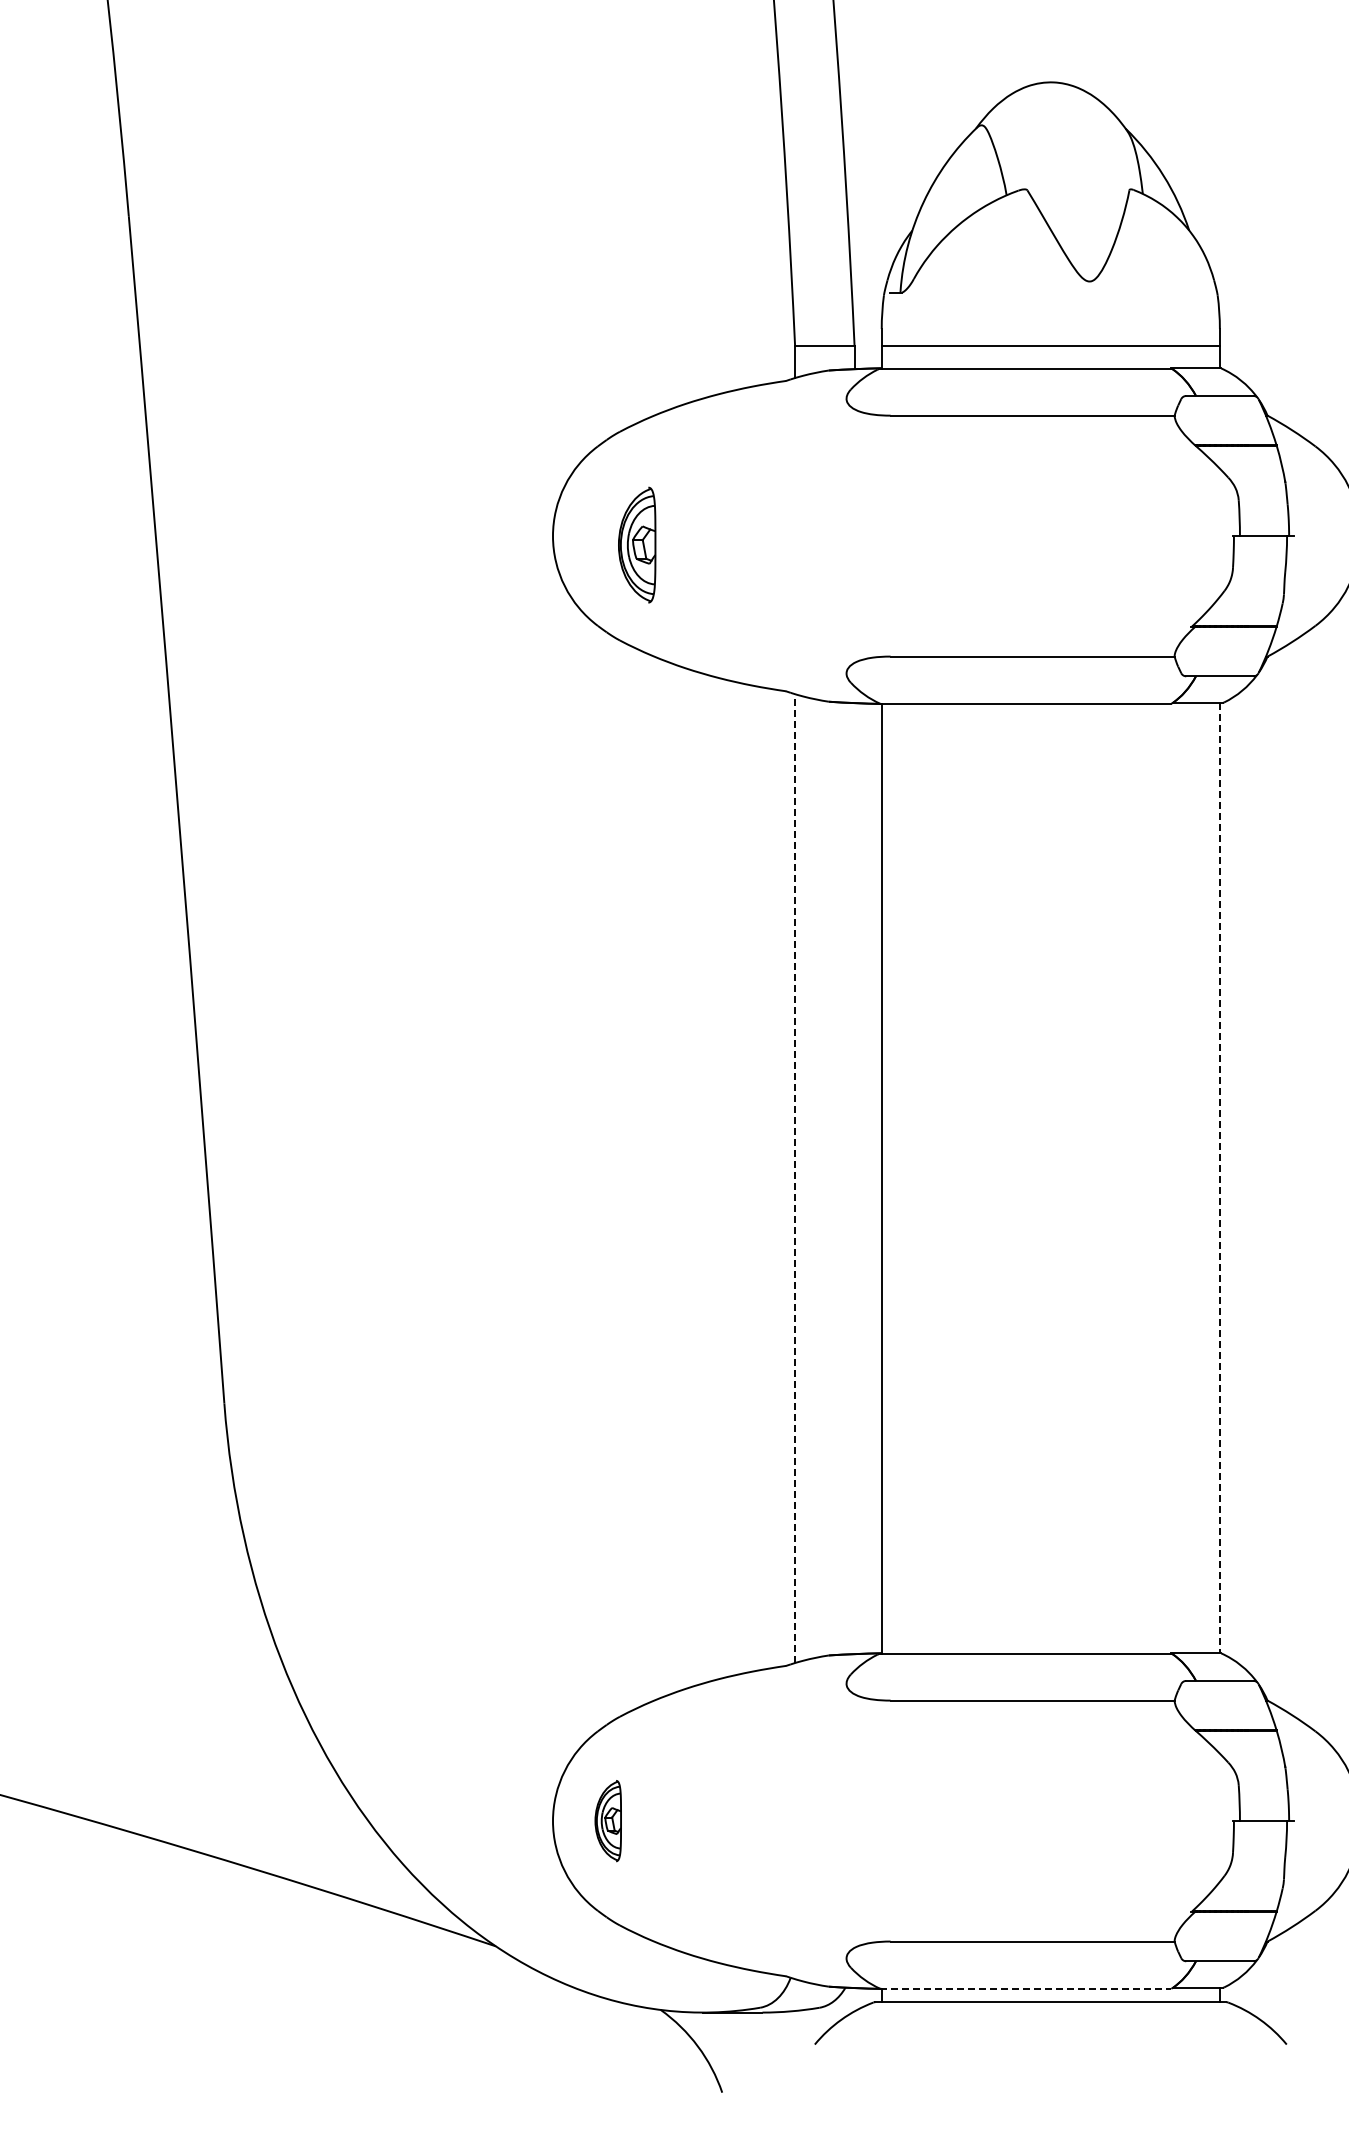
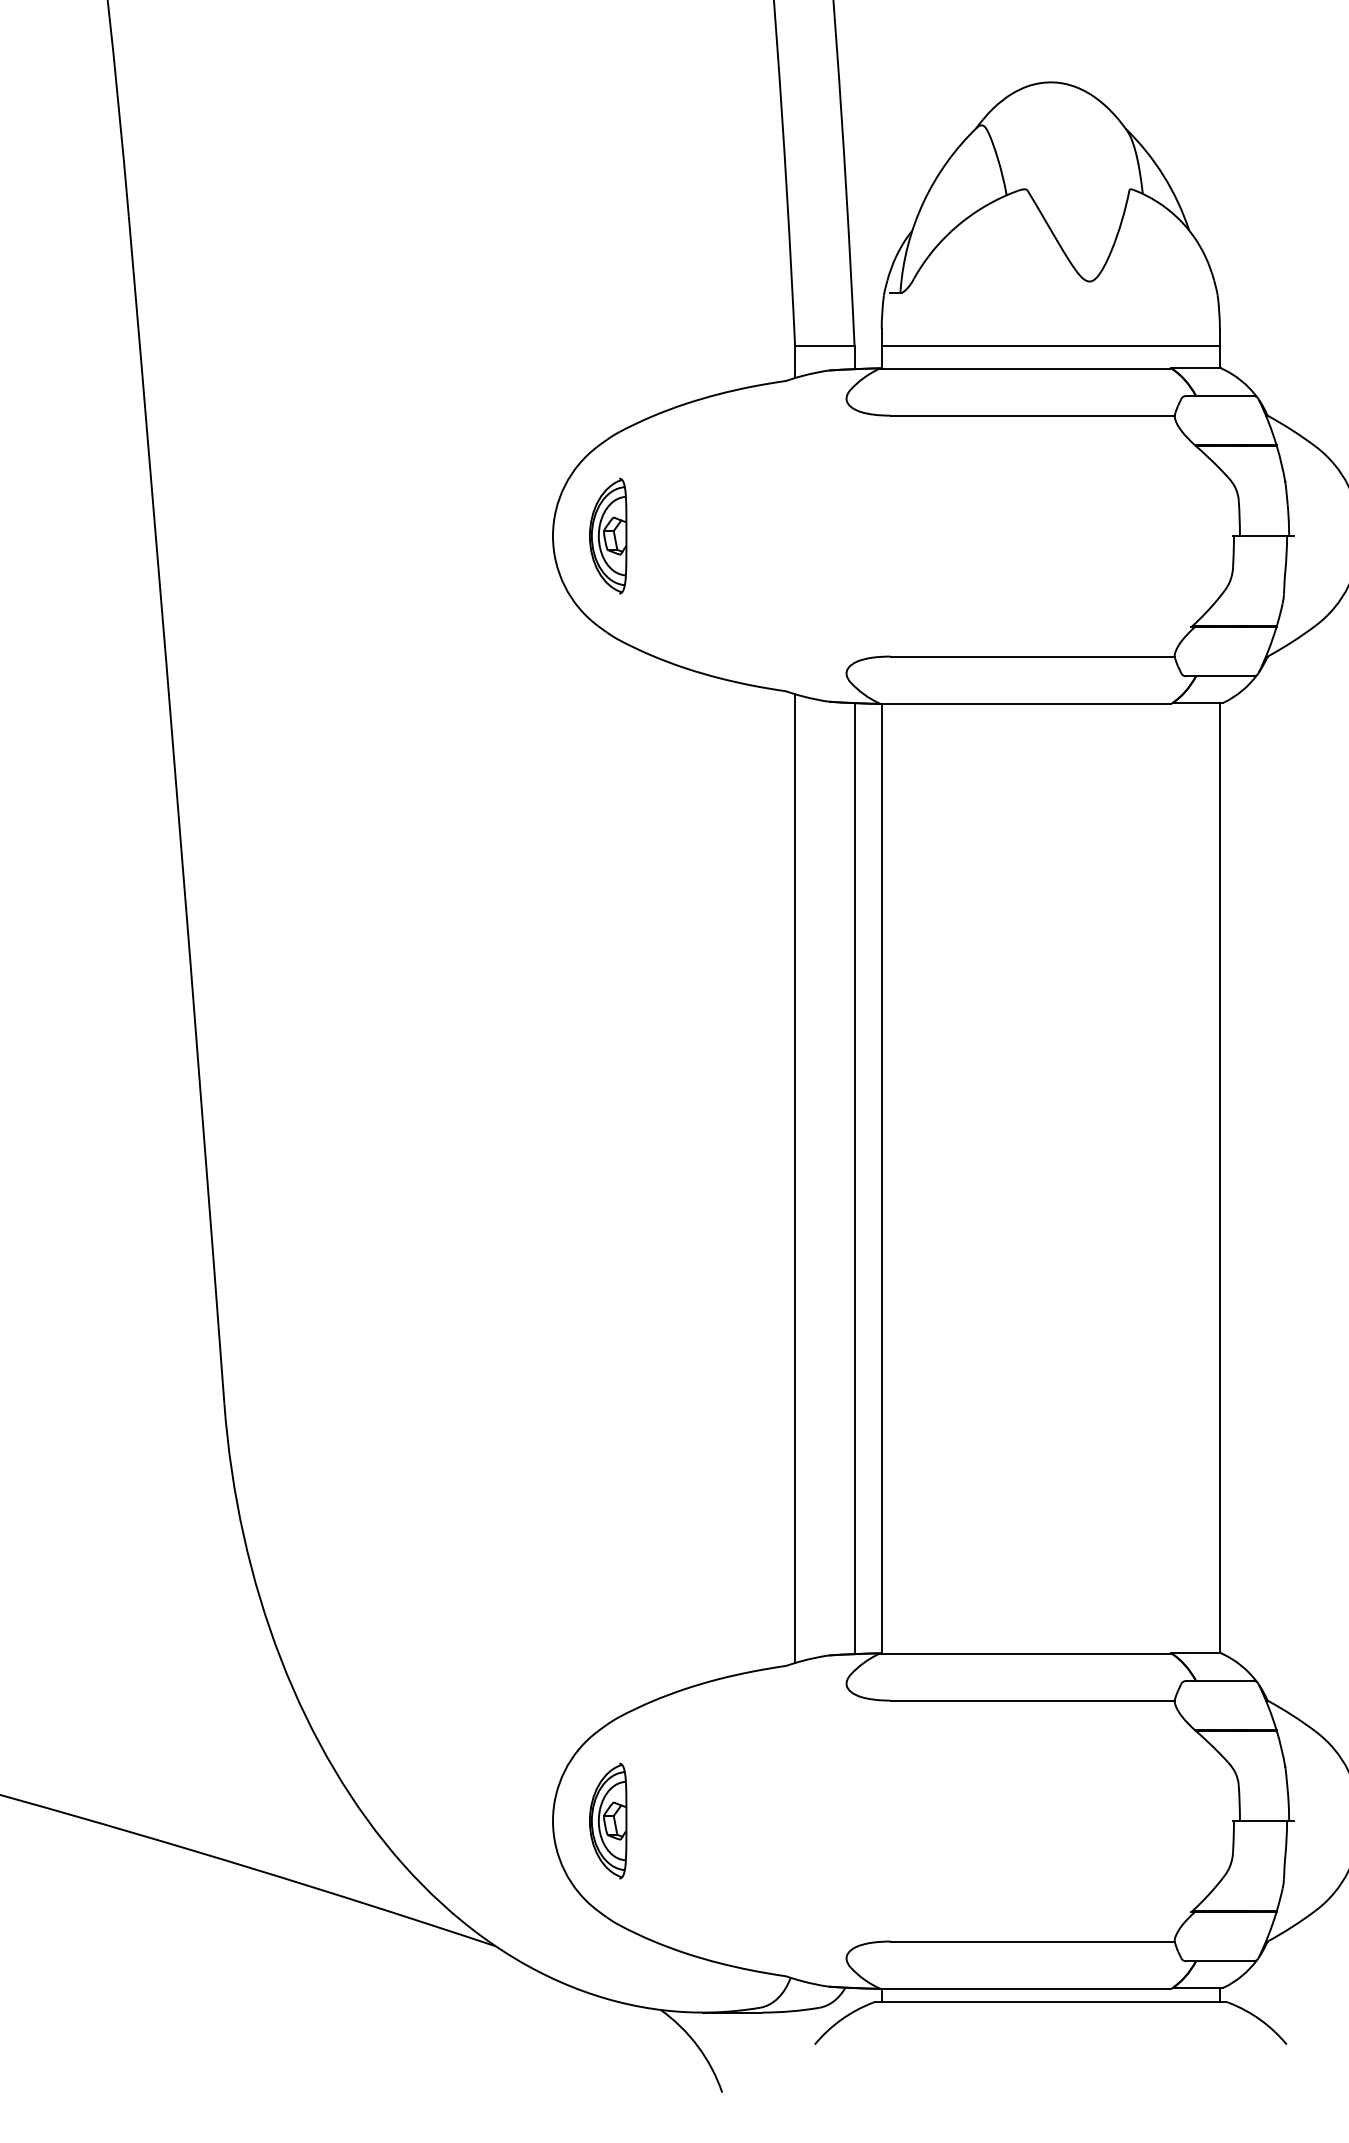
part at (637, 544) position: (637, 544) -> (608, 535)
line at (795, 1178): dashed -> solid
line at (854, 1178): none -> present
line at (1219, 1178): dashed -> solid
part at (607, 1821) size: 28x83 px -> 39x118 px
line at (1025, 1988): dashed -> solid
